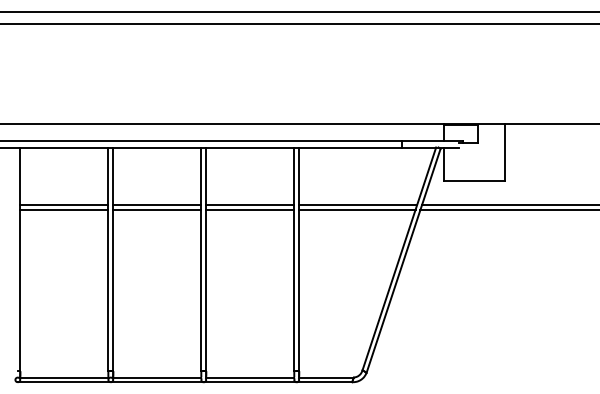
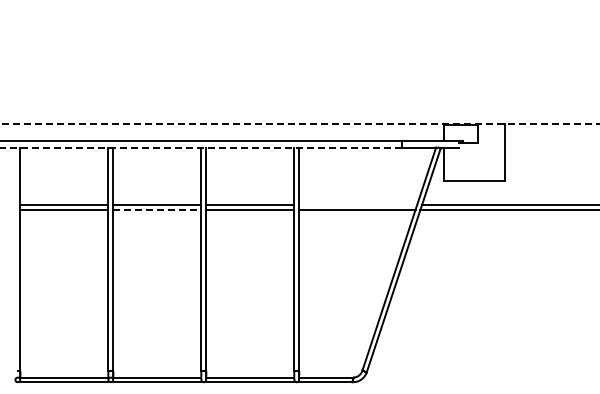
line at (299, 11): present -> none
line at (299, 23): present -> none
line at (300, 124): solid -> dashed
line at (201, 147): solid -> dashed
line at (358, 205): present -> none
line at (157, 209): solid -> dashed
